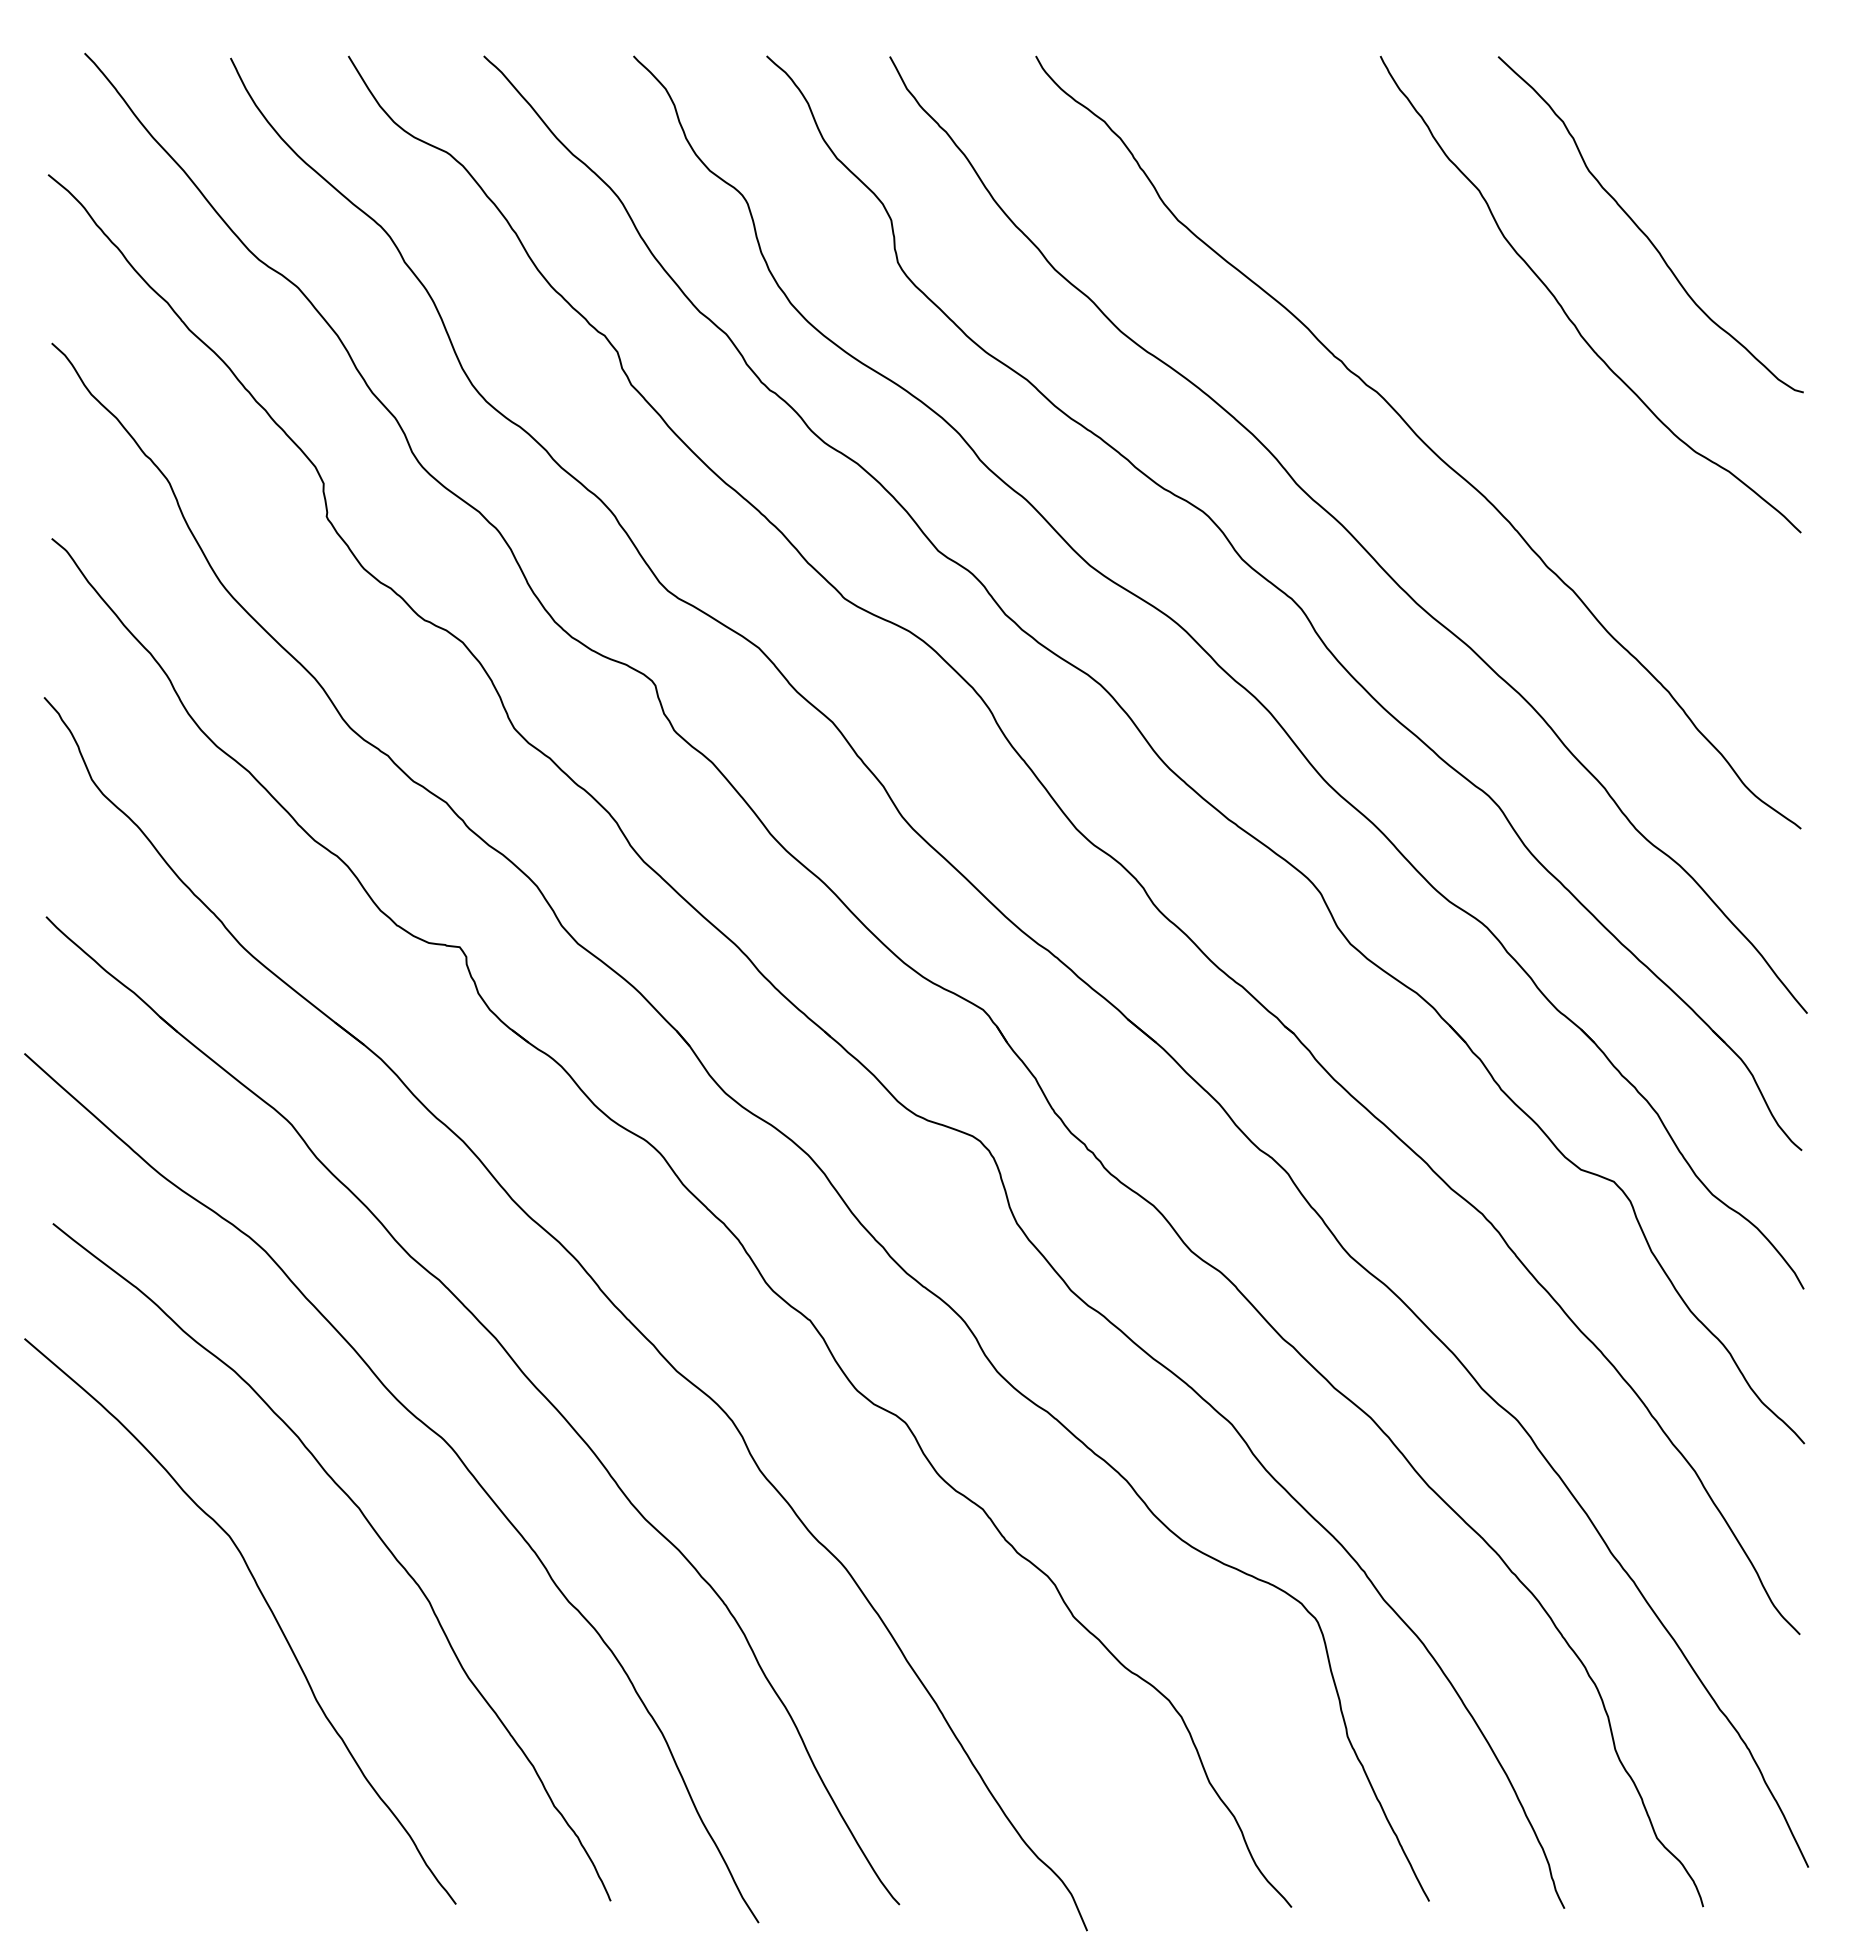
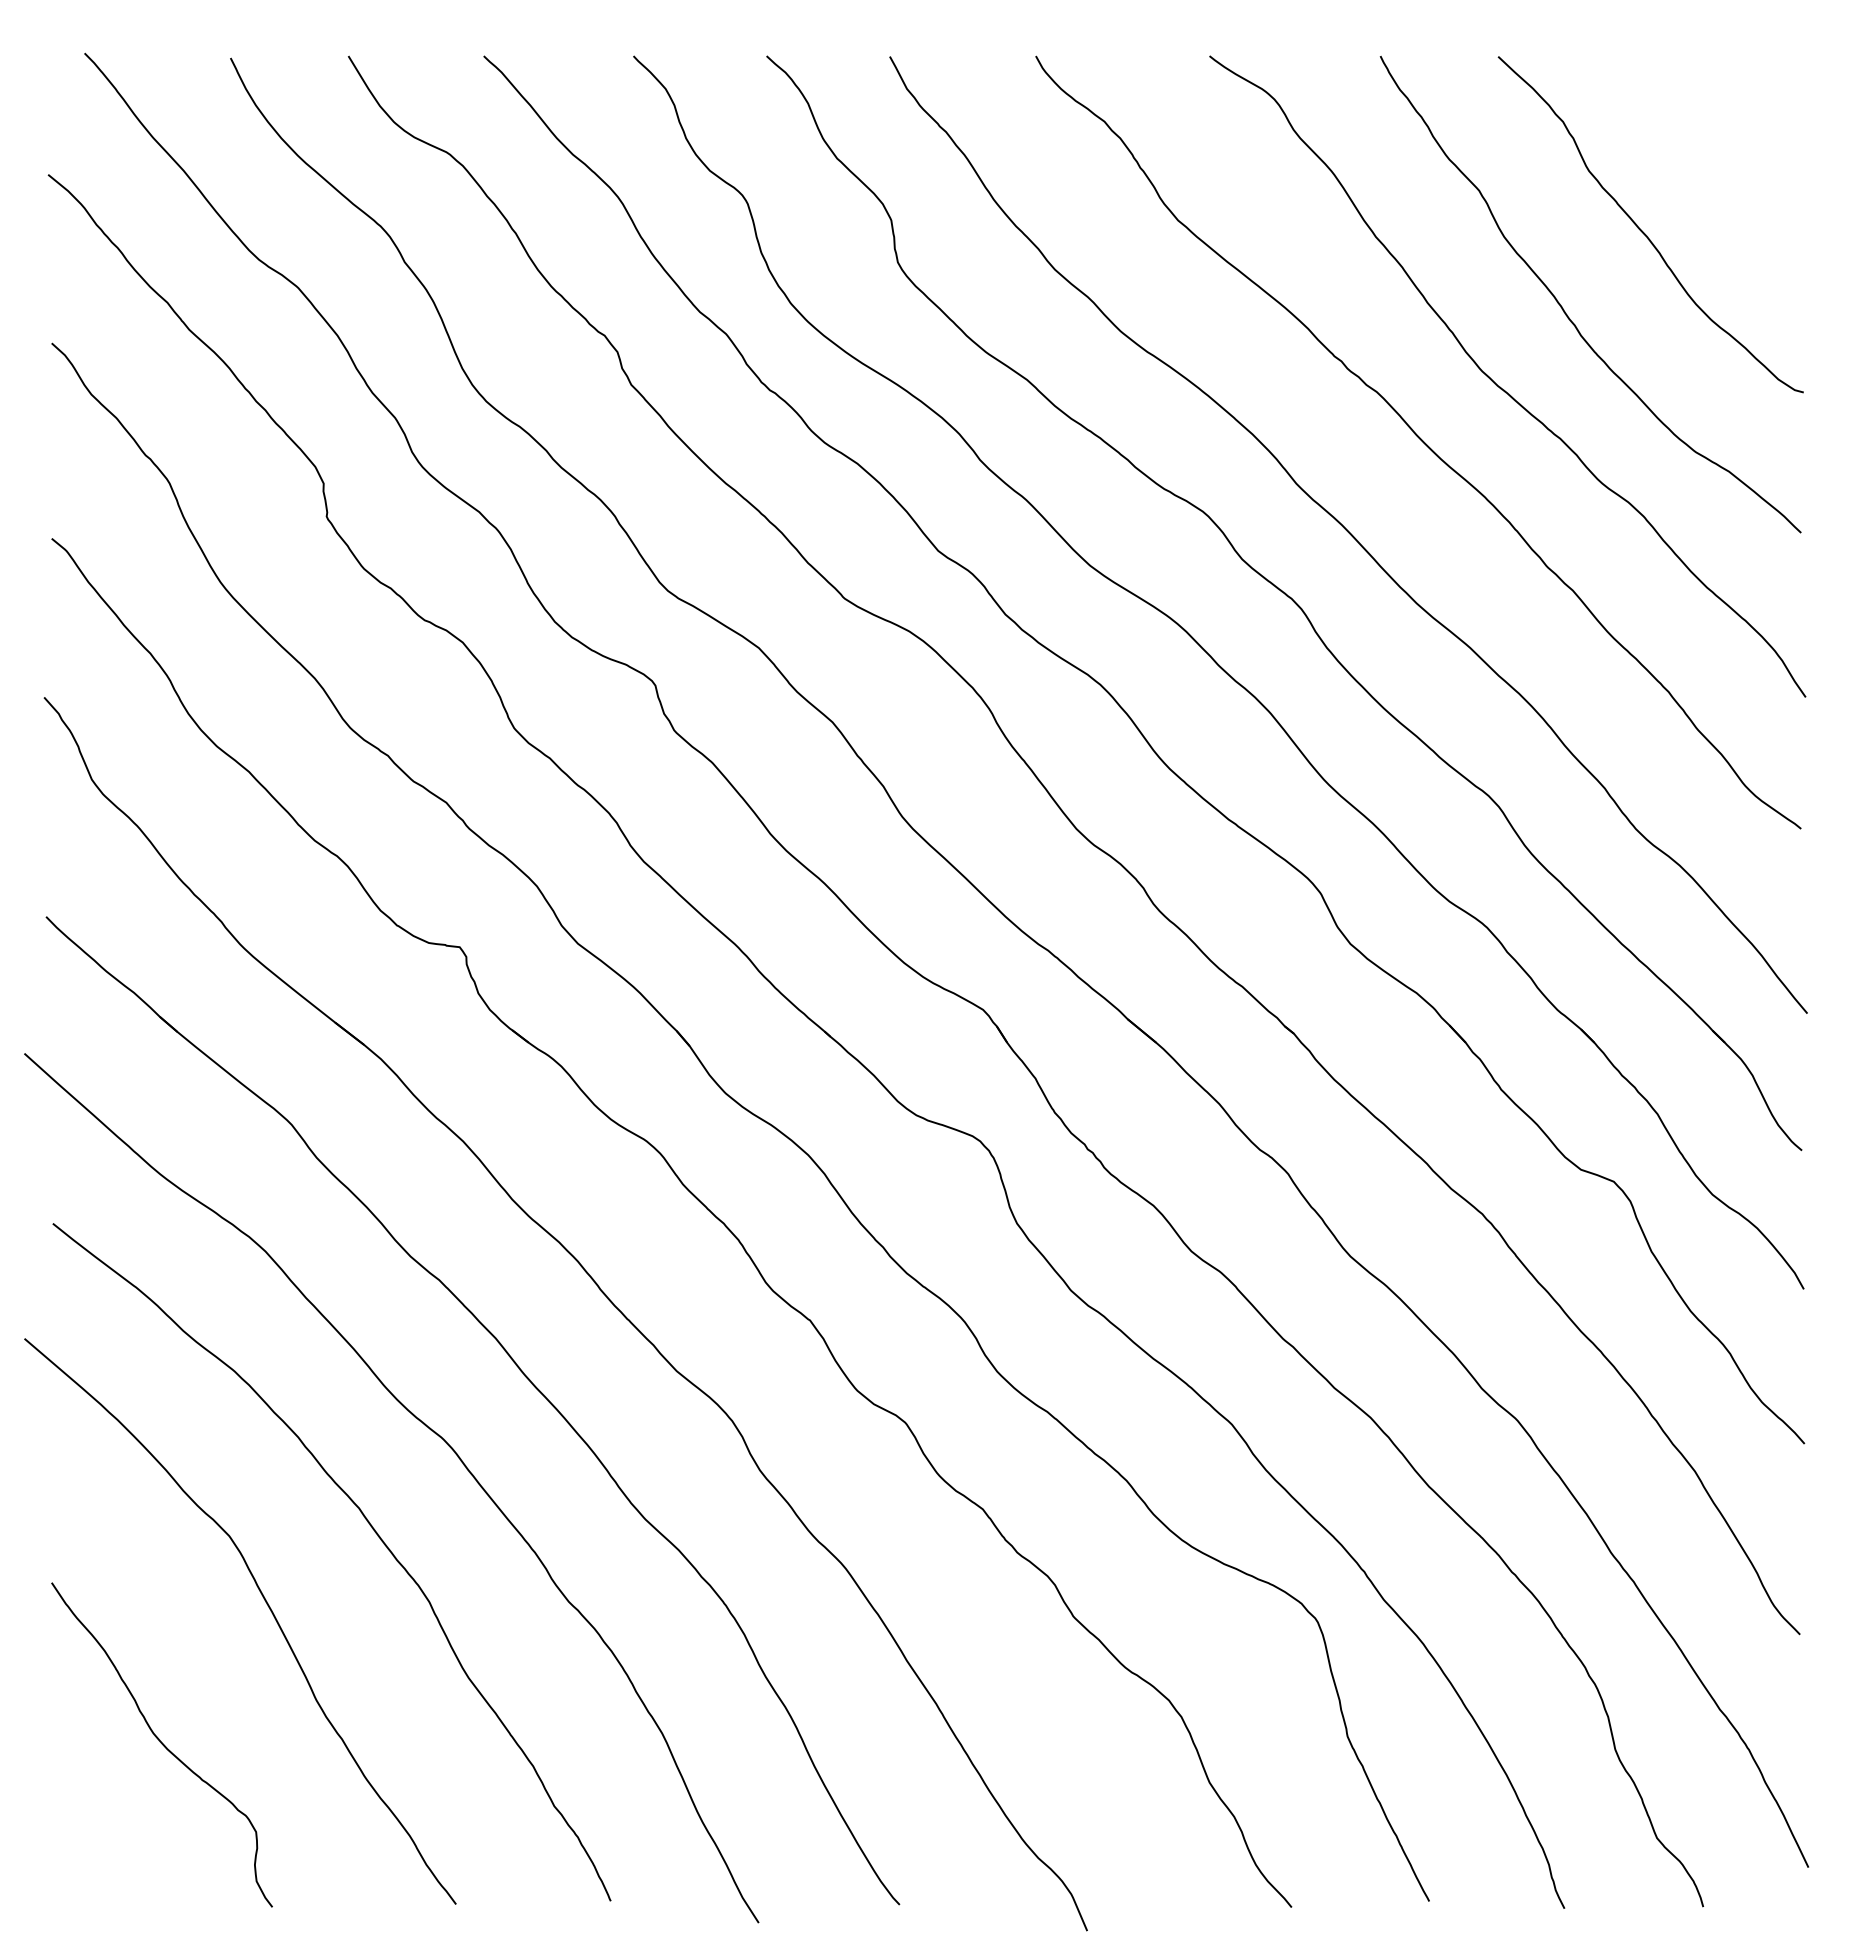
curve at (1500, 386): none -> present
curve at (161, 1744): none -> present
